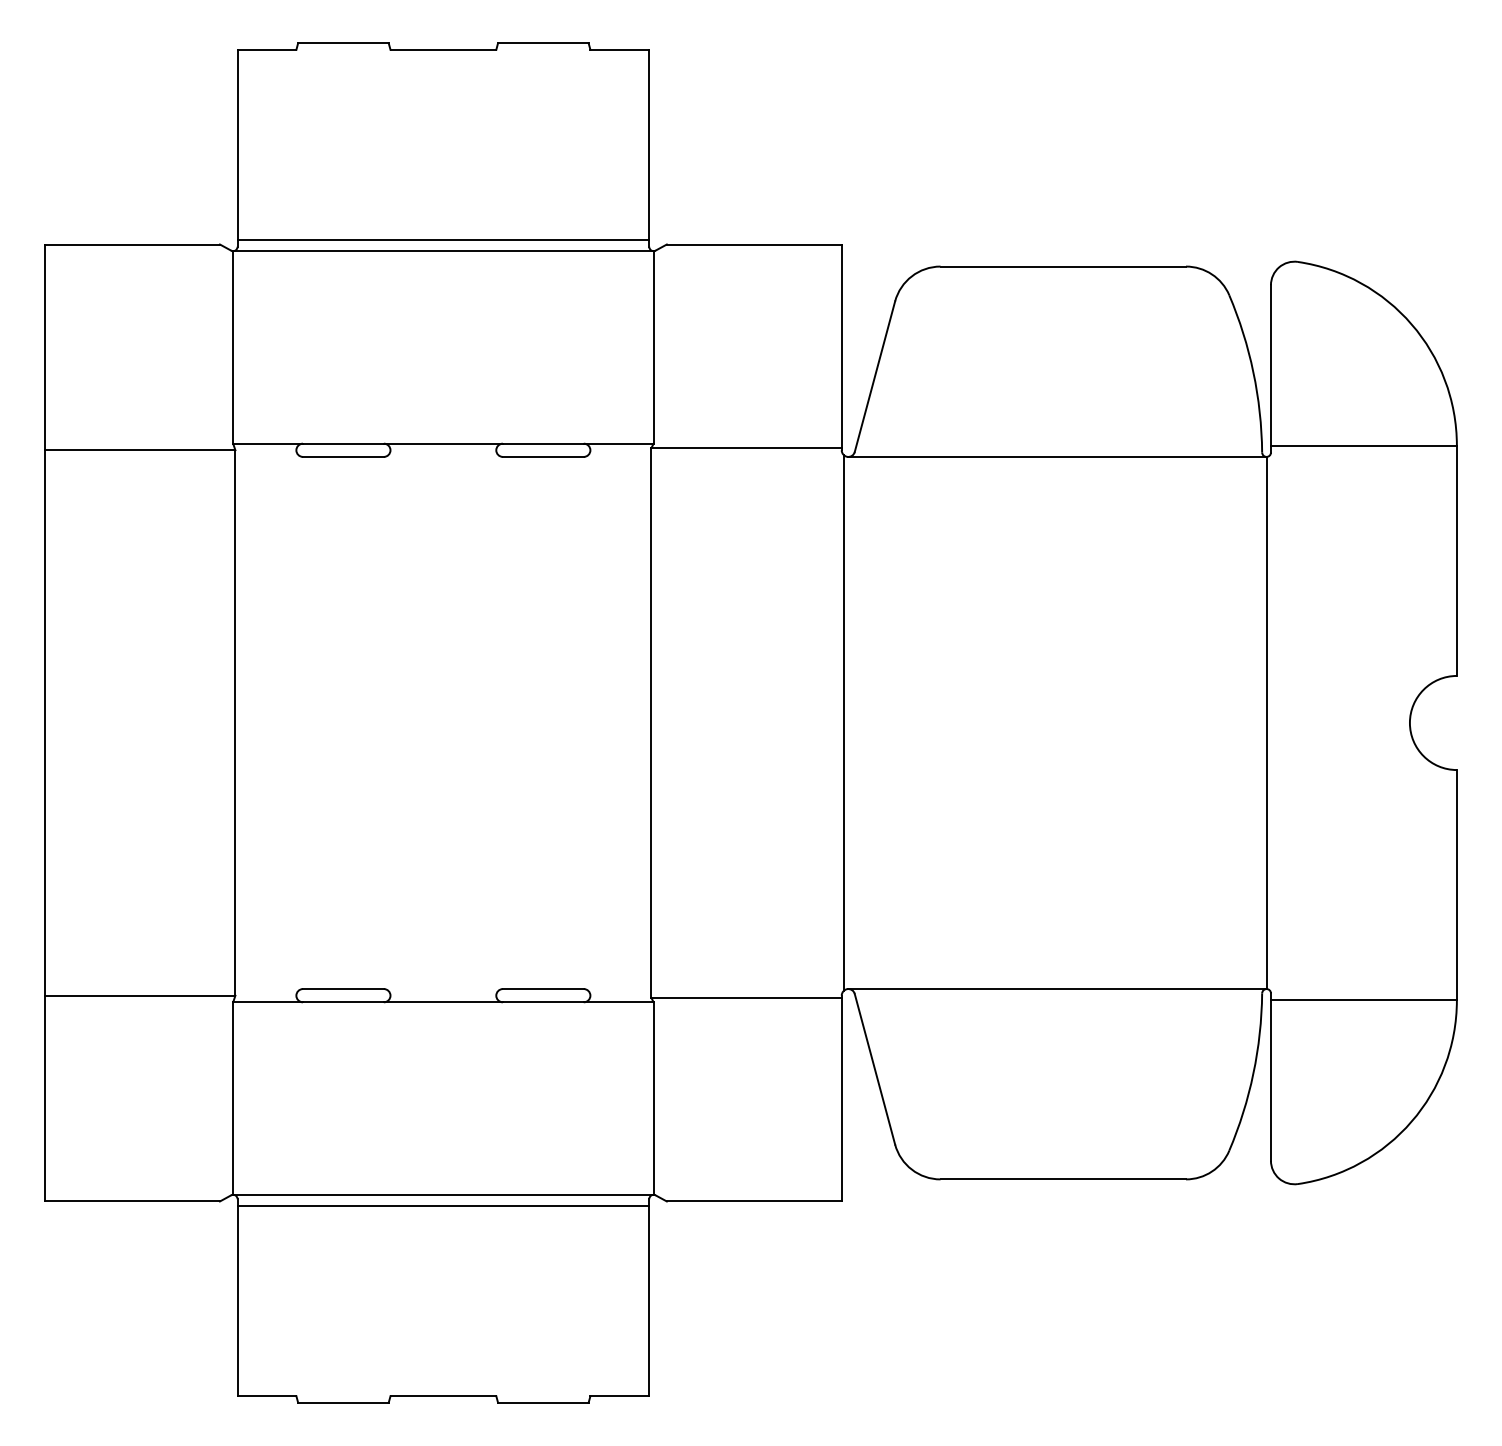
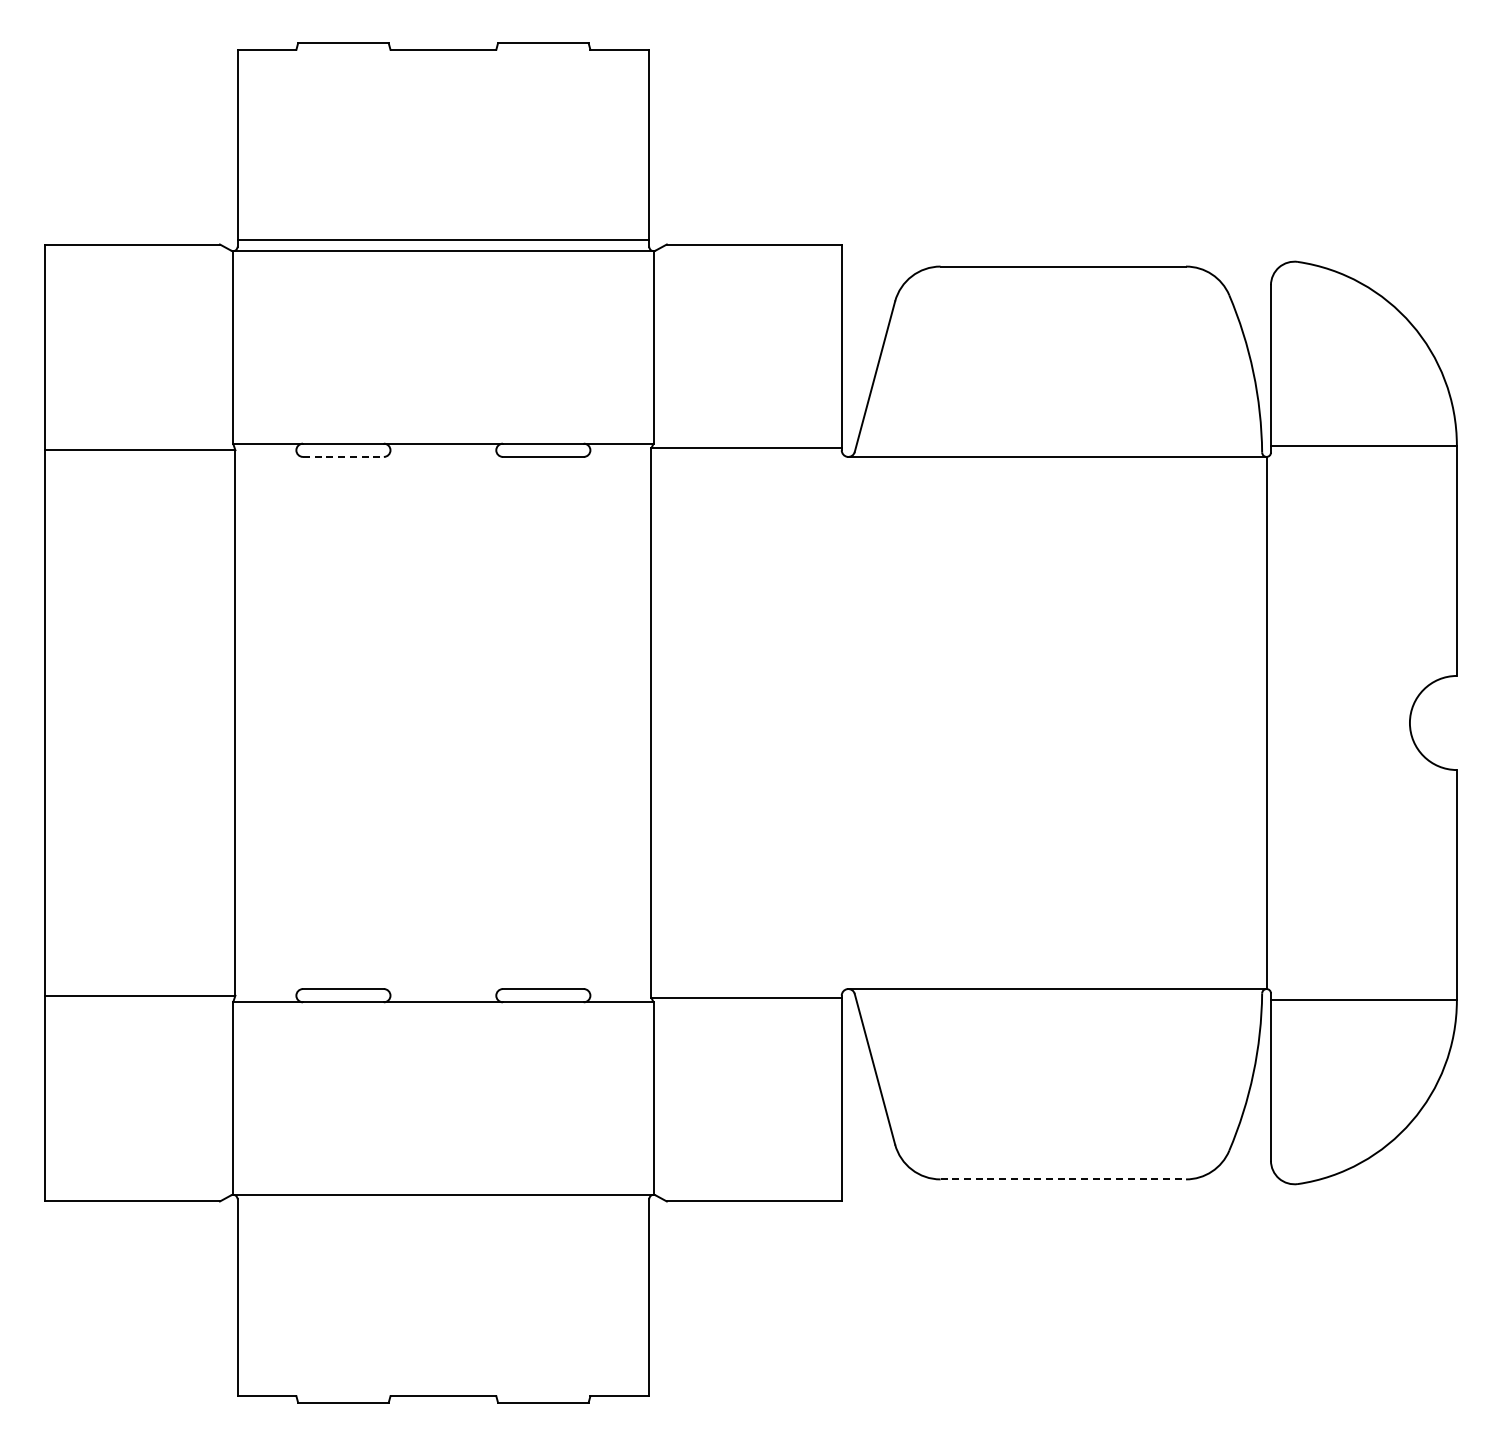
line at (343, 456): solid -> dashed
line at (843, 722): present -> none
line at (1063, 1179): solid -> dashed
line at (443, 1205): present -> none
